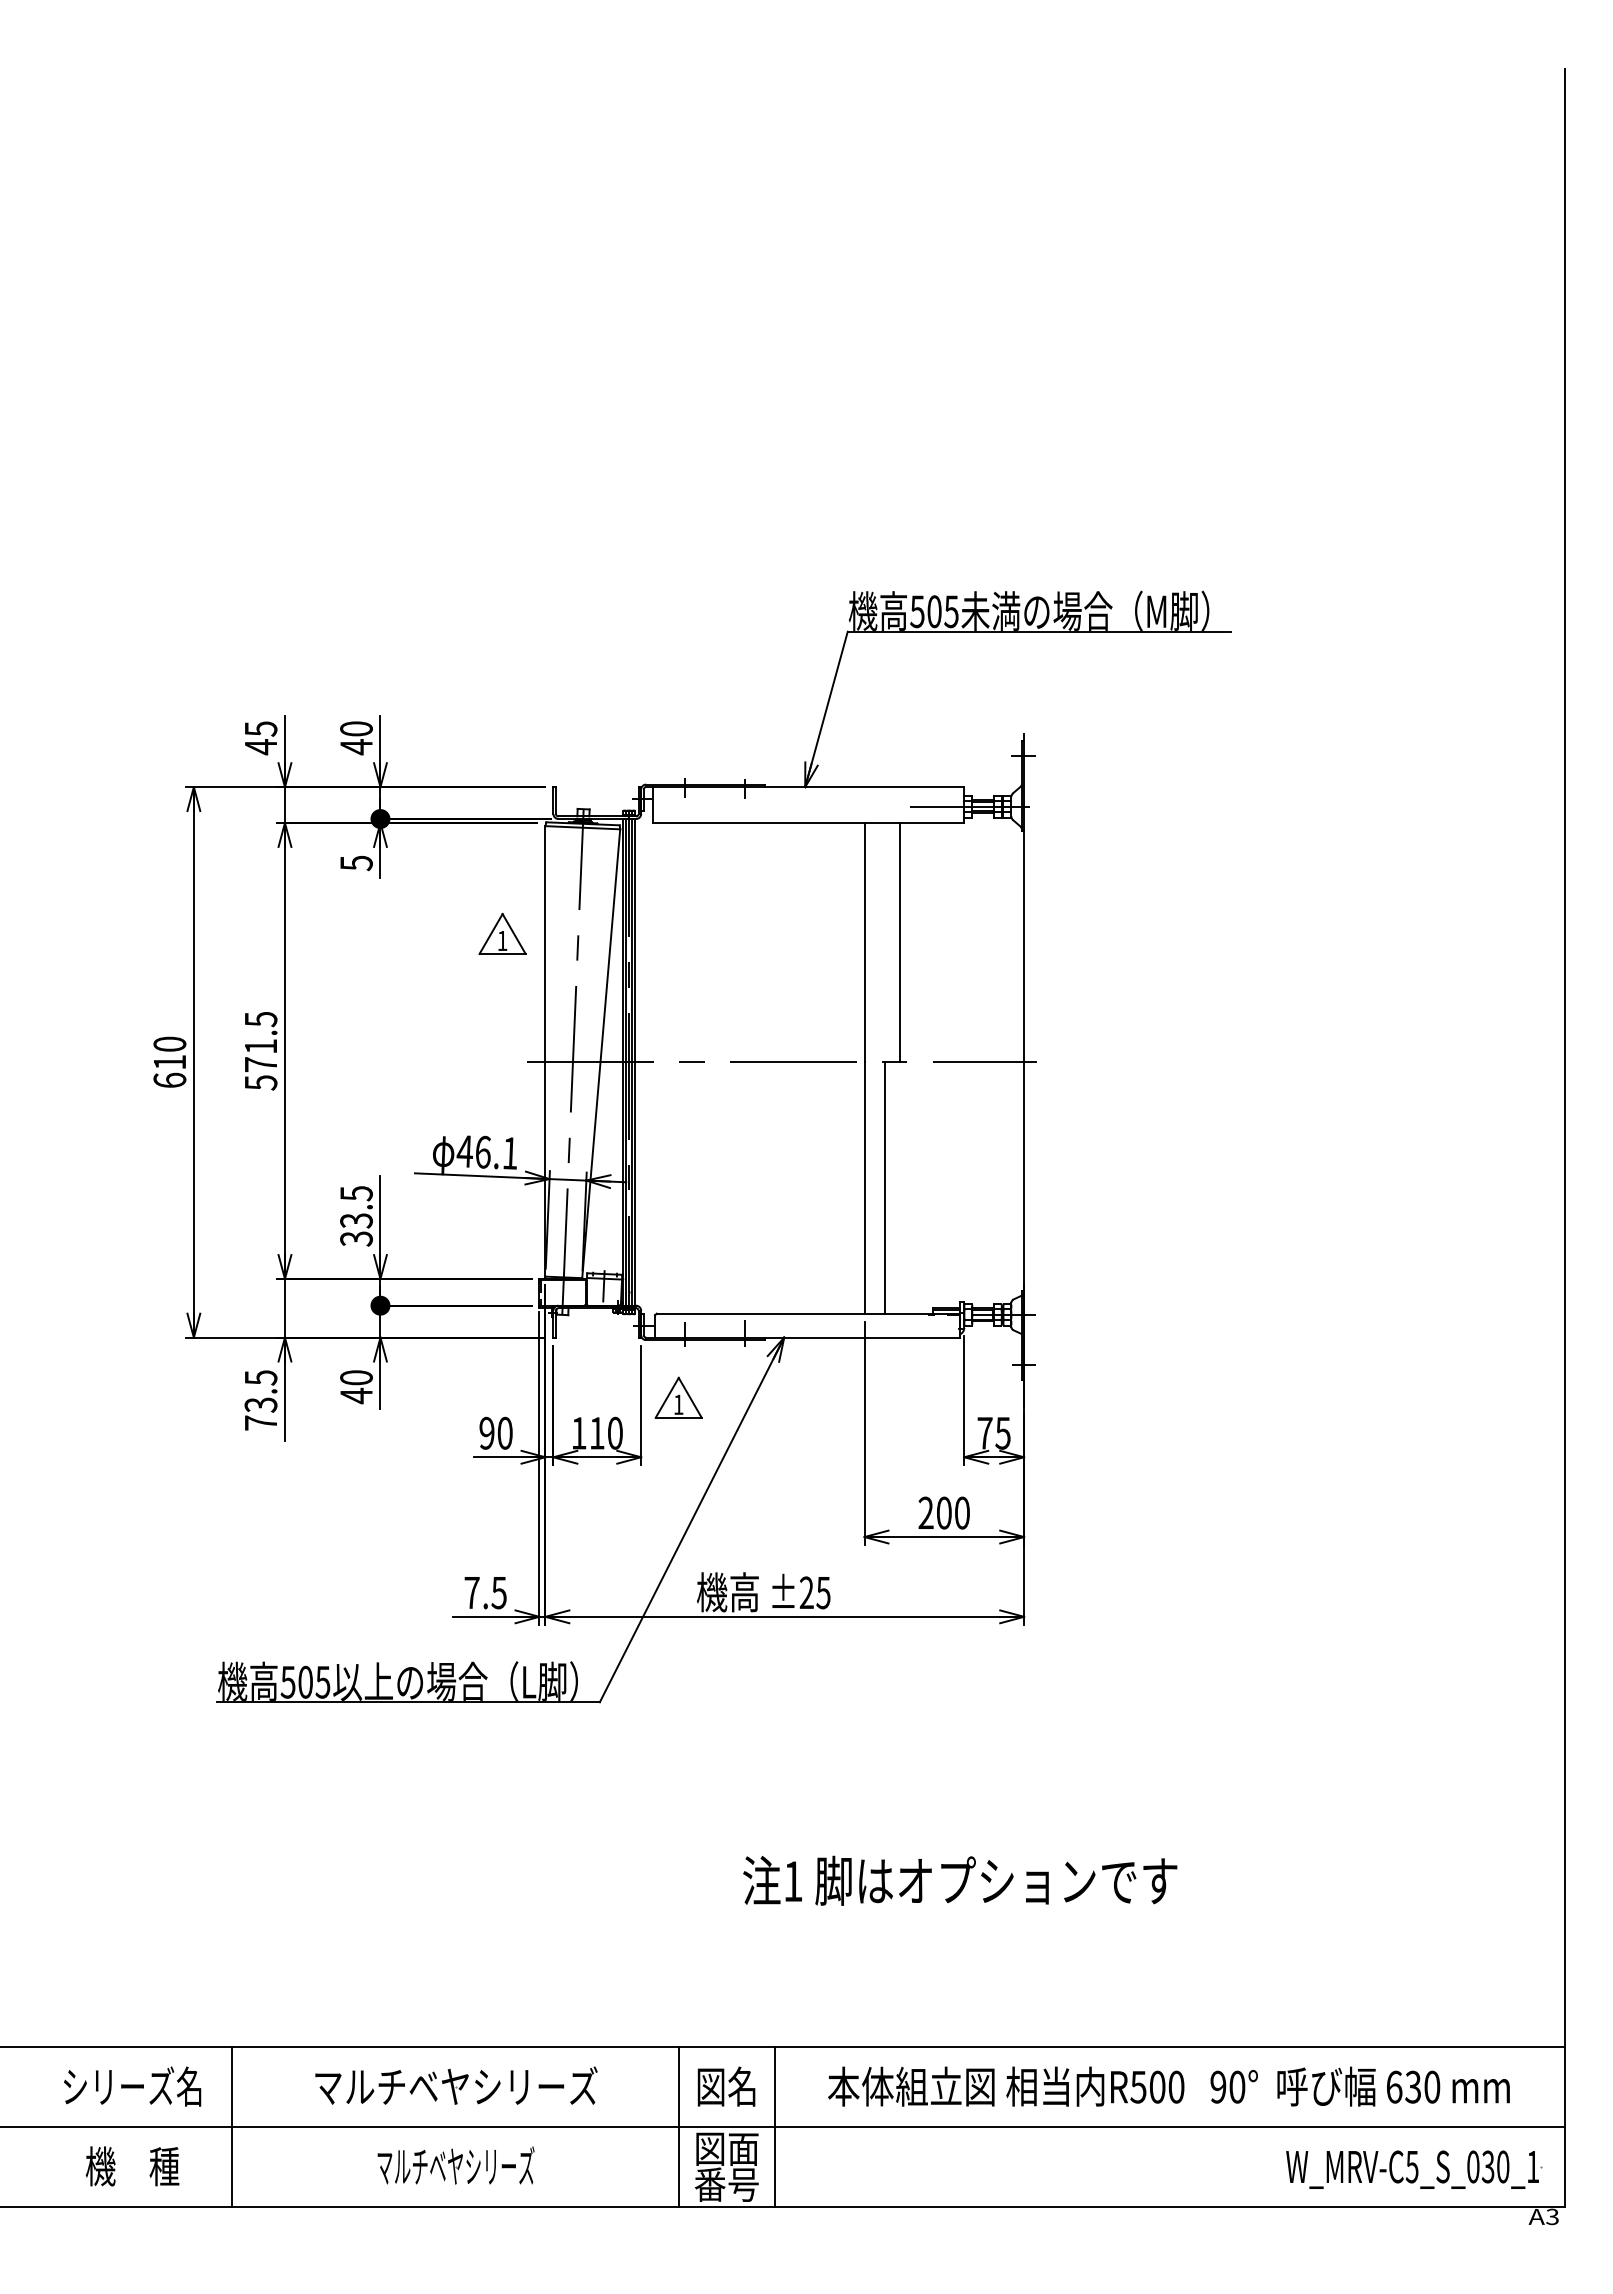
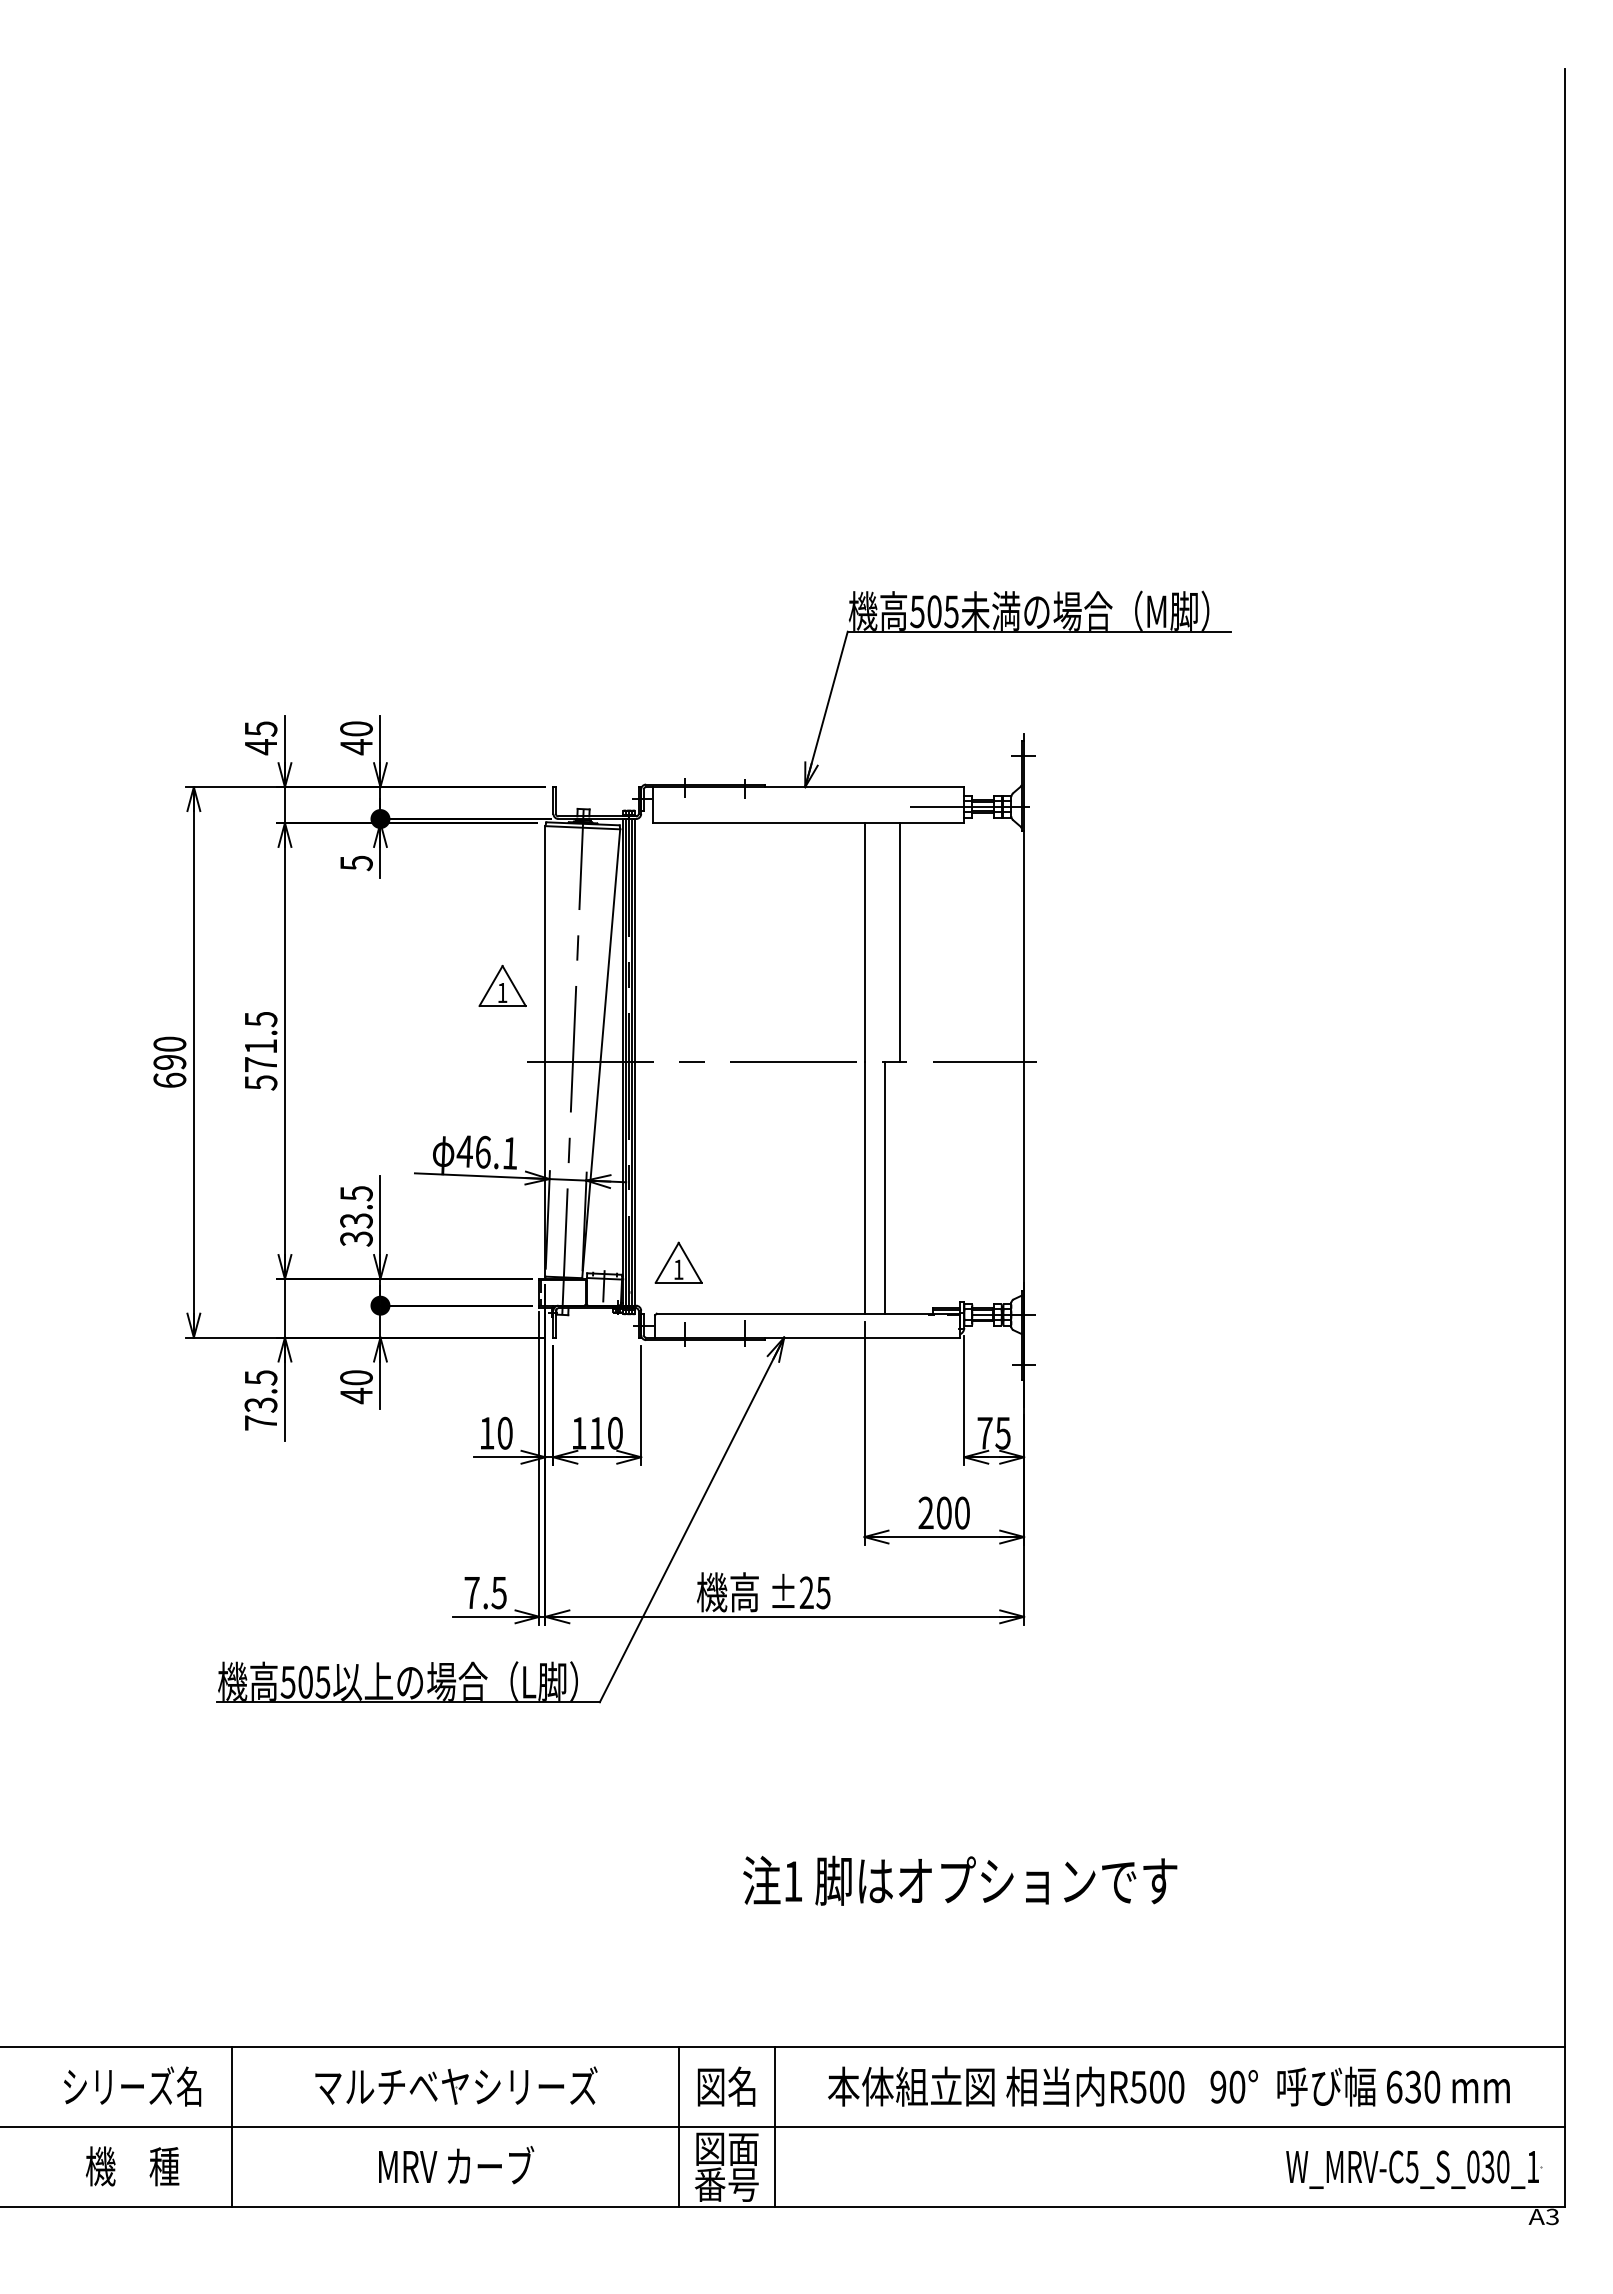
part at (502, 933) position: (502, 933) -> (502, 985)
text at (169, 1062): 610 -> 690
part at (678, 1397) position: (678, 1397) -> (678, 1262)
text at (486, 1432): 90 -> 10
text at (455, 2164): マルチベヤシリーズ -> MRV カーブ
